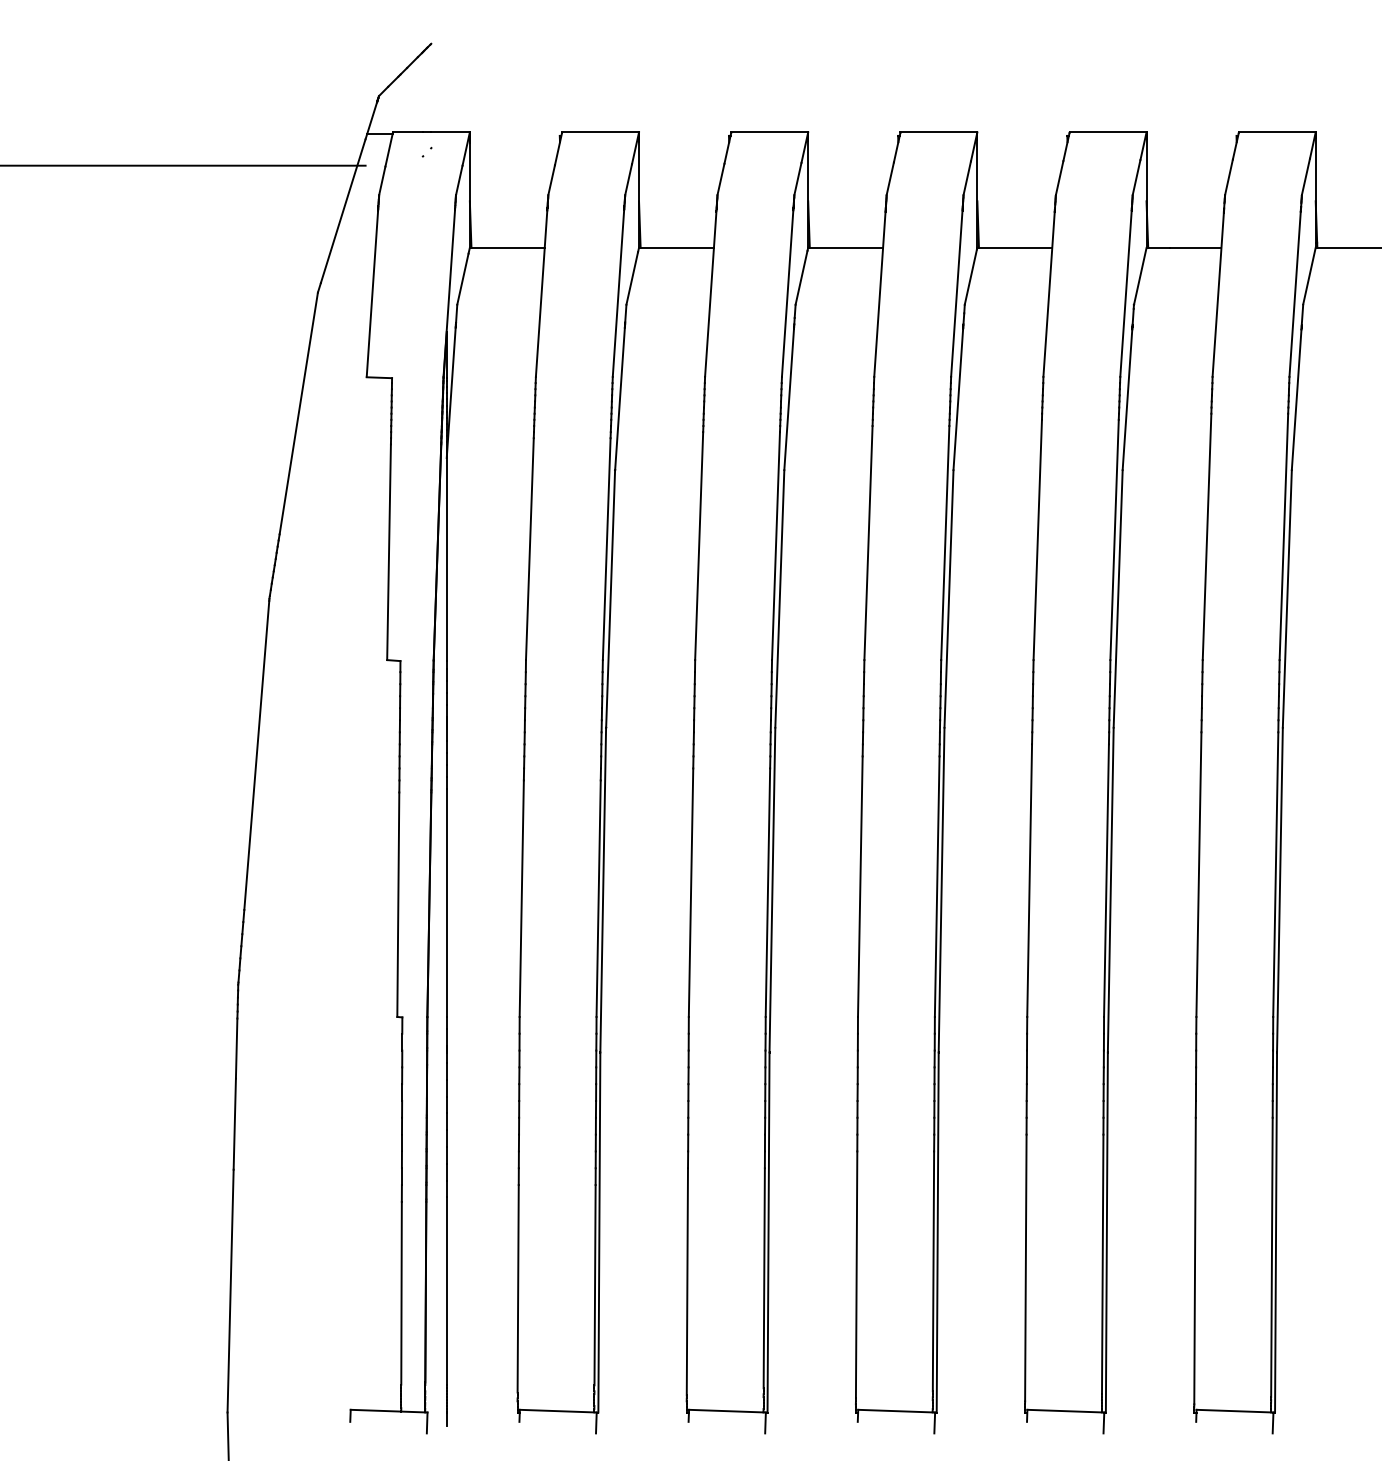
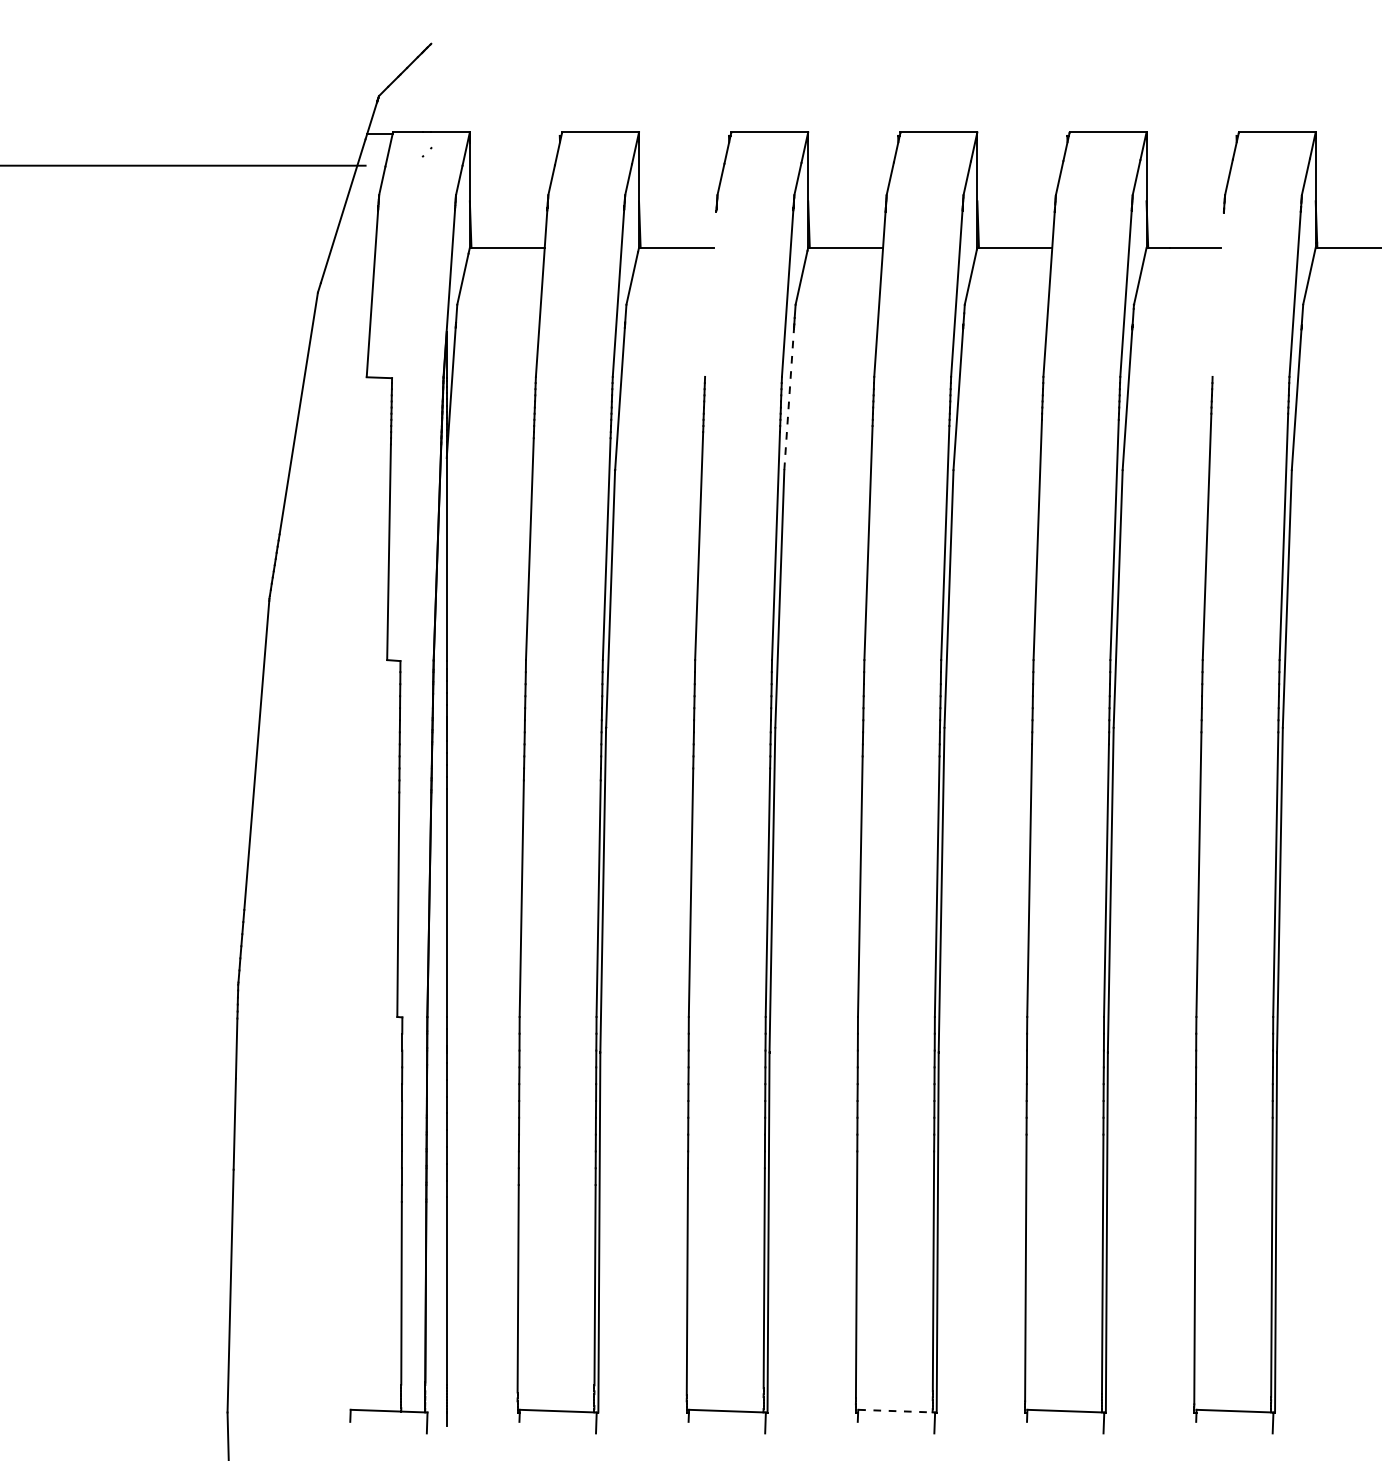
line at (710, 293): present -> none
line at (1217, 294): present -> none
line at (789, 399): solid -> dashed
line at (895, 1411): solid -> dashed
